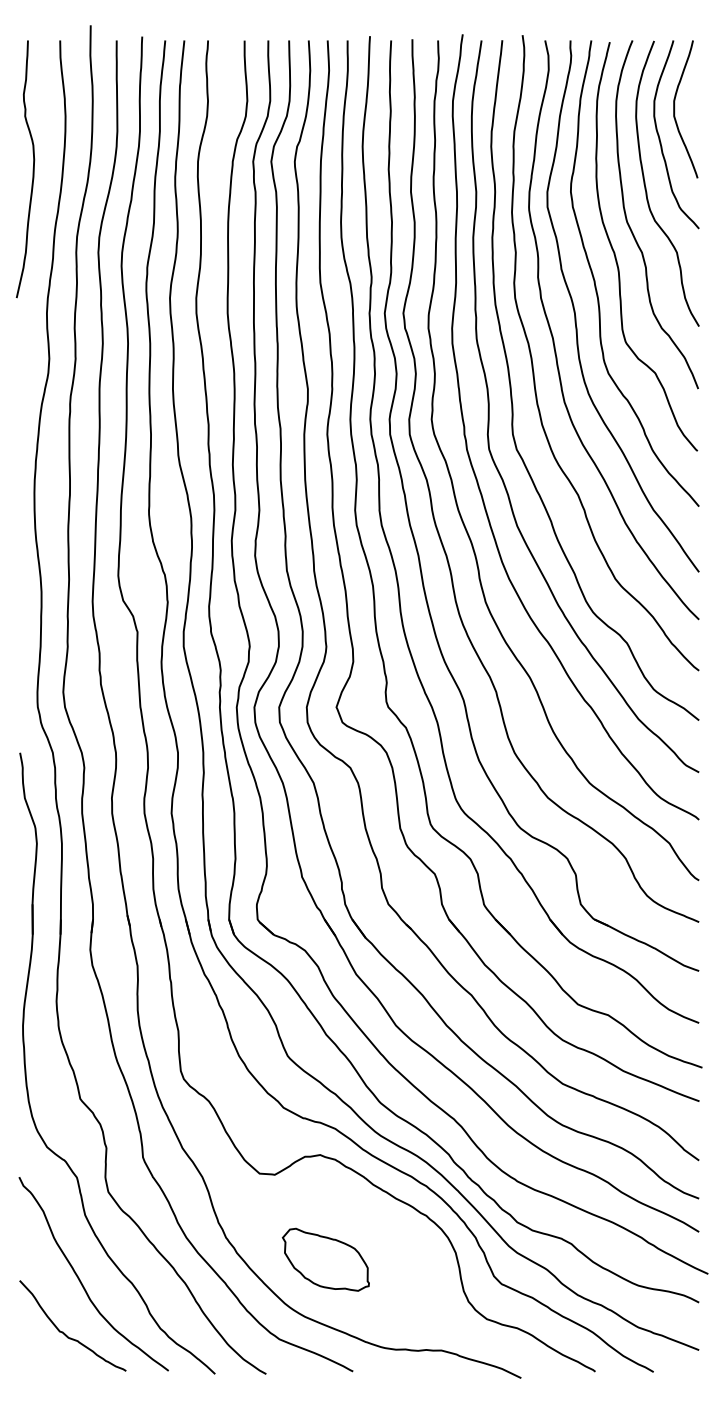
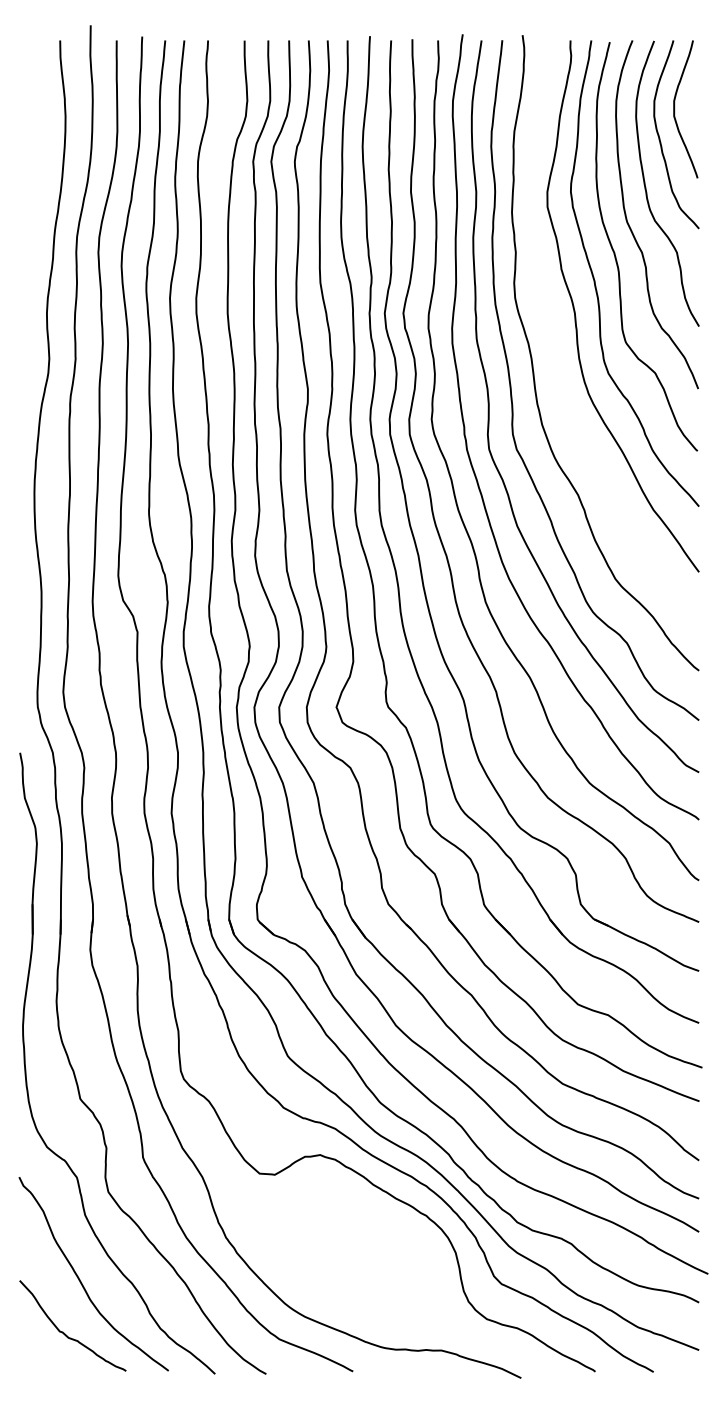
curve at (32, 169): present -> none
curve at (554, 340): present -> none
part at (325, 1259): present -> none
